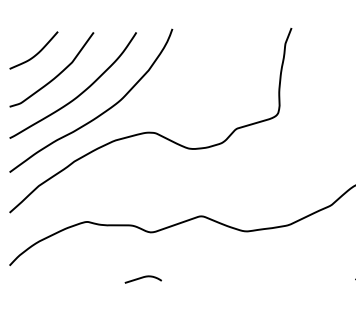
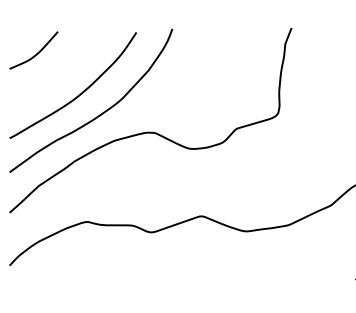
curve at (57, 74): present -> none
curve at (142, 278): present -> none
